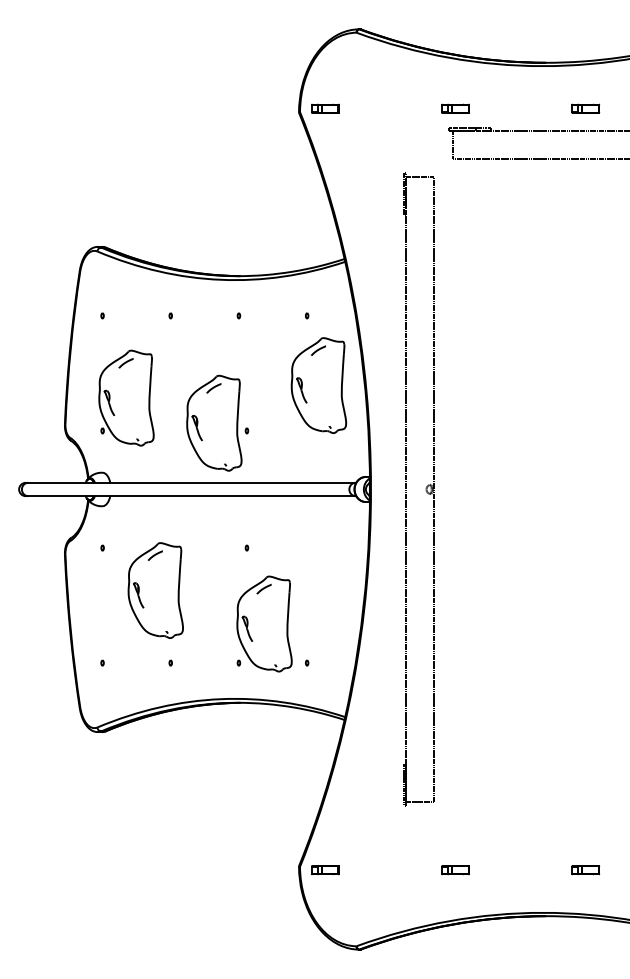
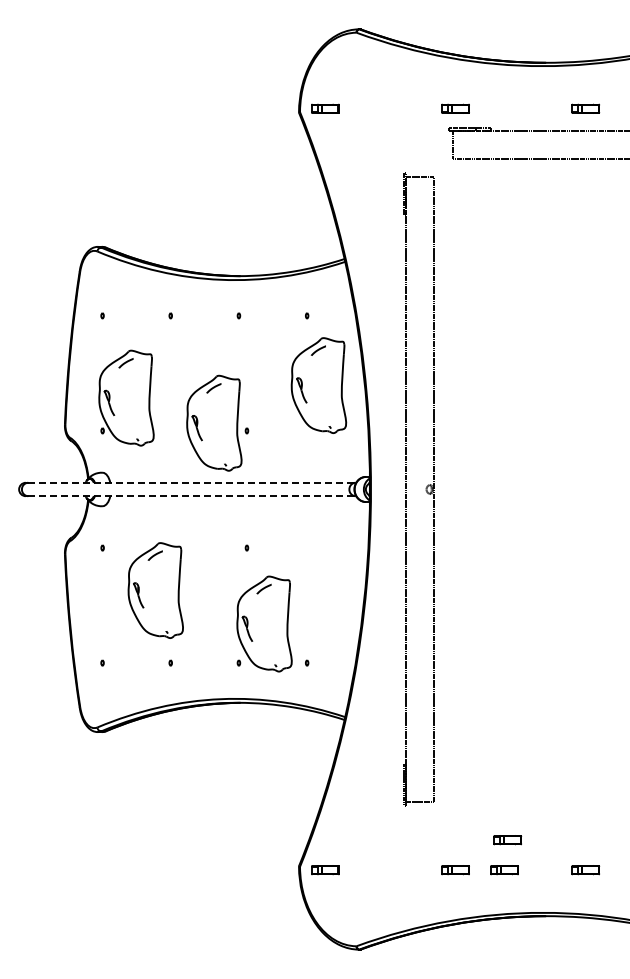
line at (192, 482): solid -> dashed
line at (192, 496): solid -> dashed
part at (507, 840): none -> present
part at (504, 870): none -> present
